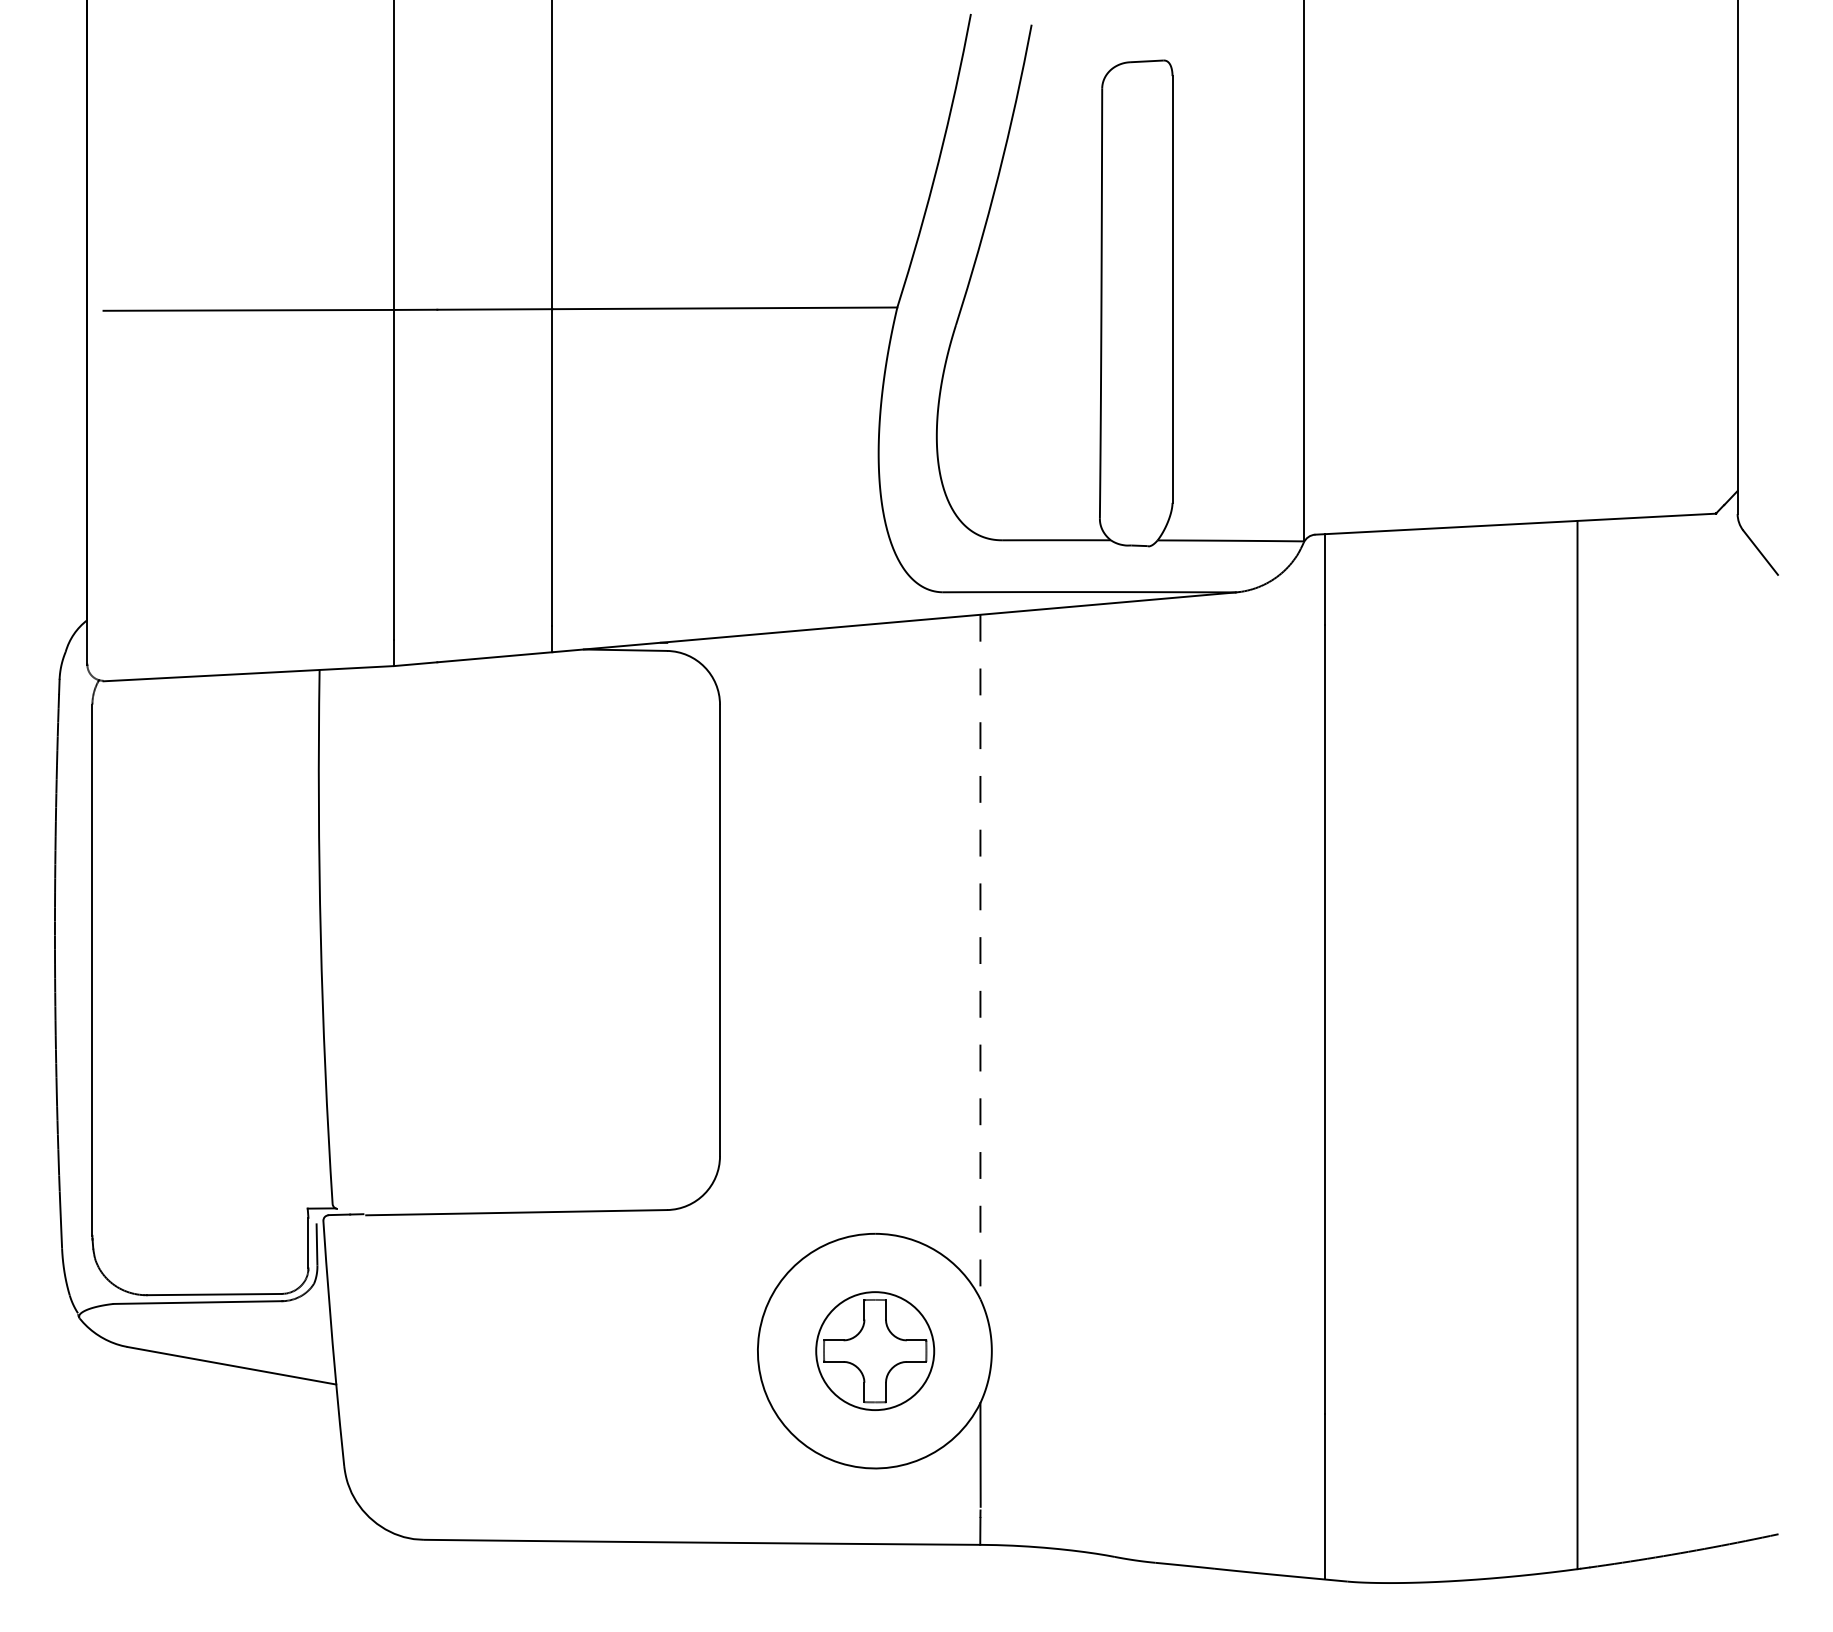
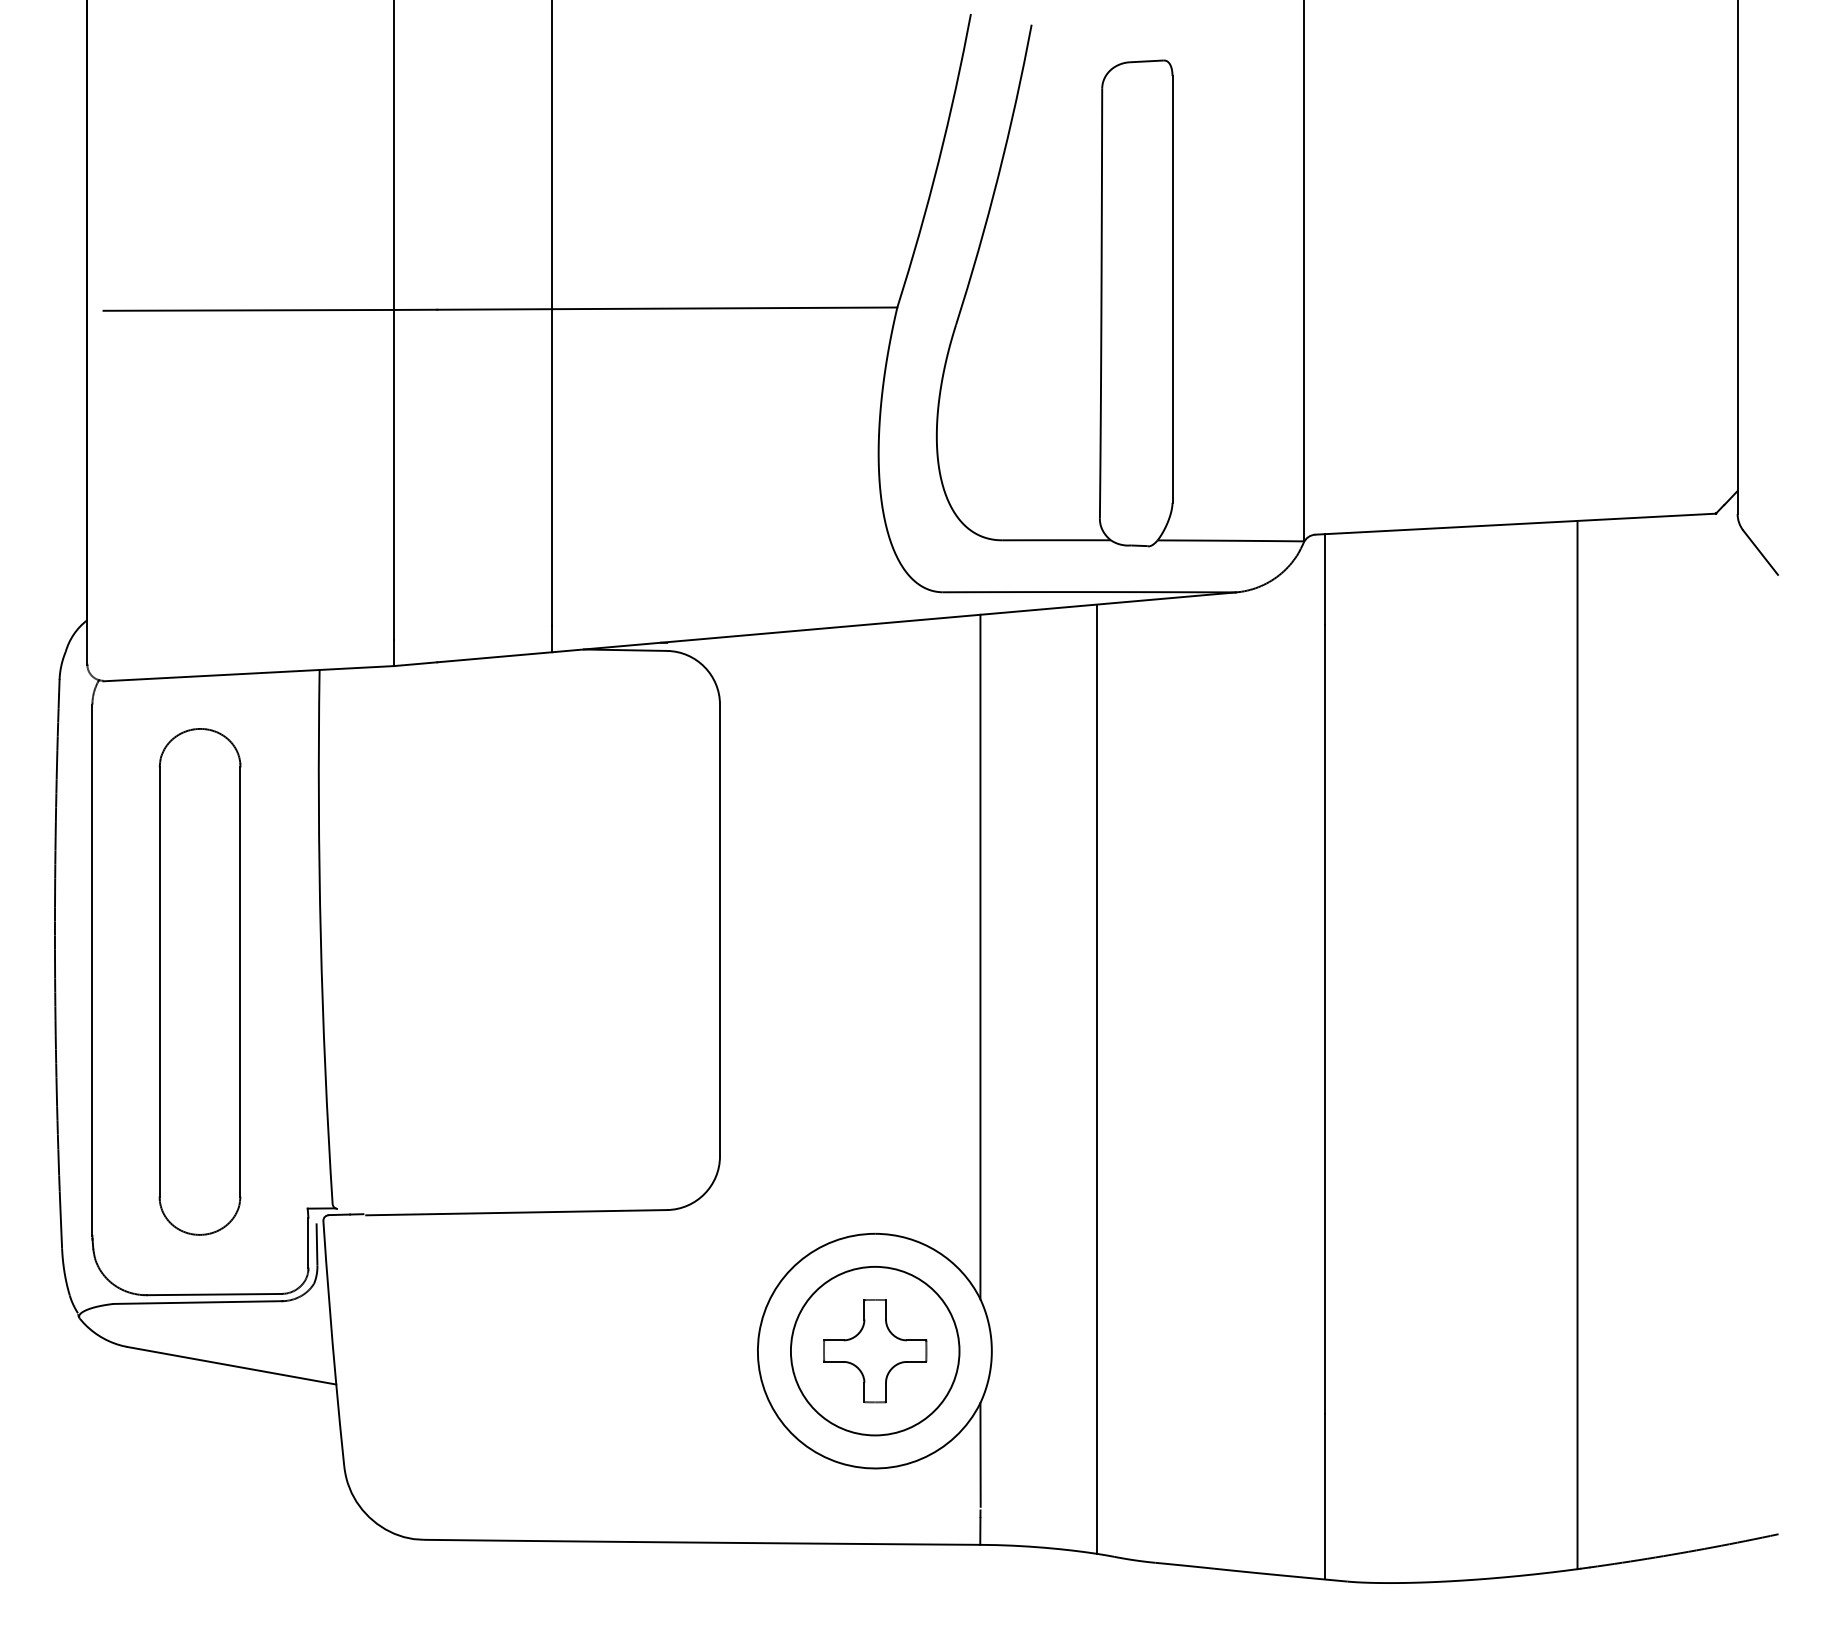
line at (980, 957): dashed -> solid
part at (199, 981): none -> present
line at (1096, 1078): none -> present
circle at (875, 1351) diameter: 118 px -> 169 px
